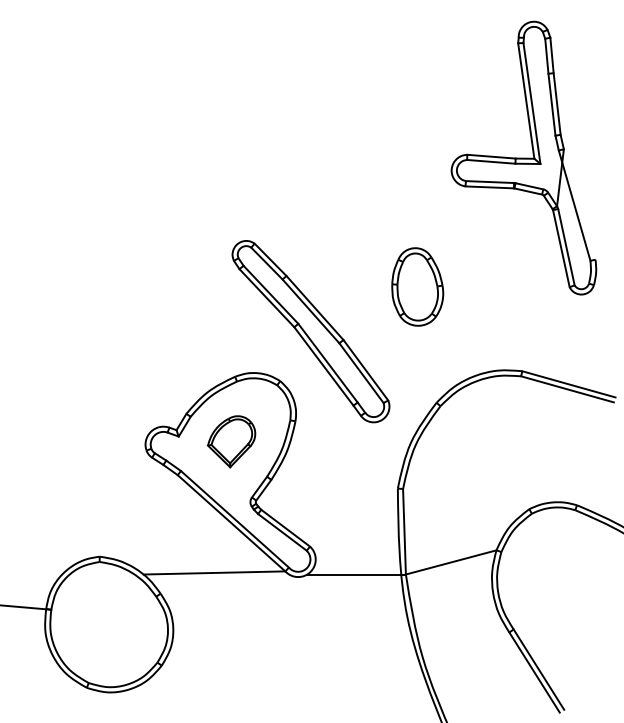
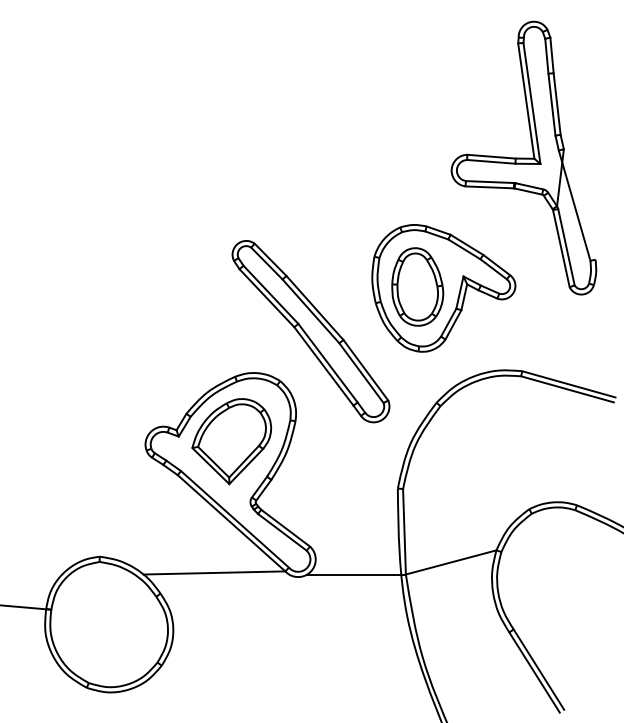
part at (443, 288): none -> present
part at (231, 441) size: 50x54 px -> 81x88 px
